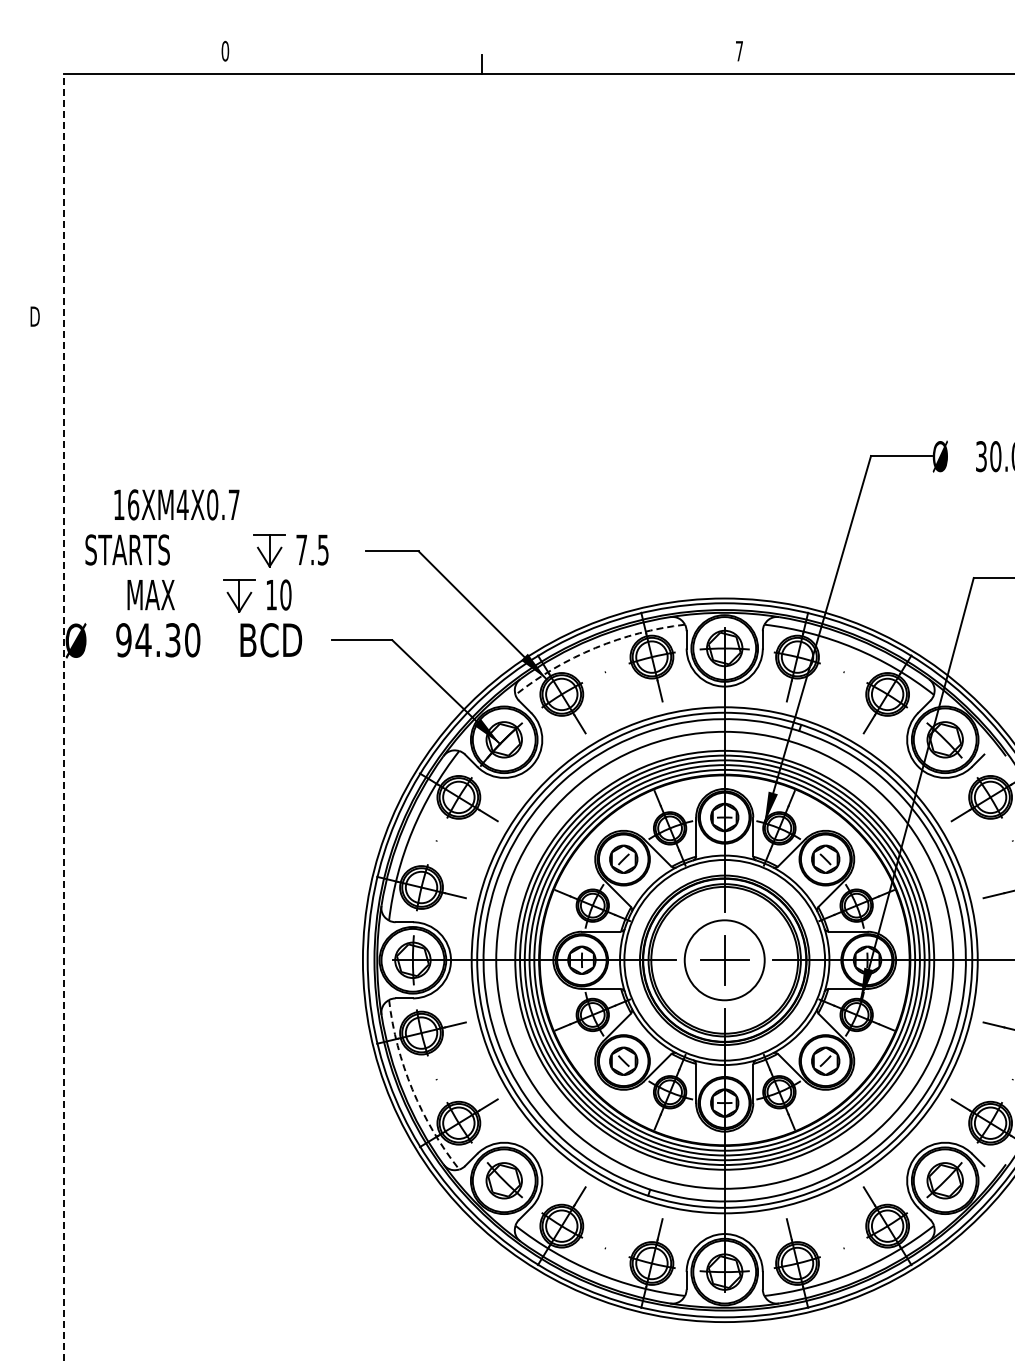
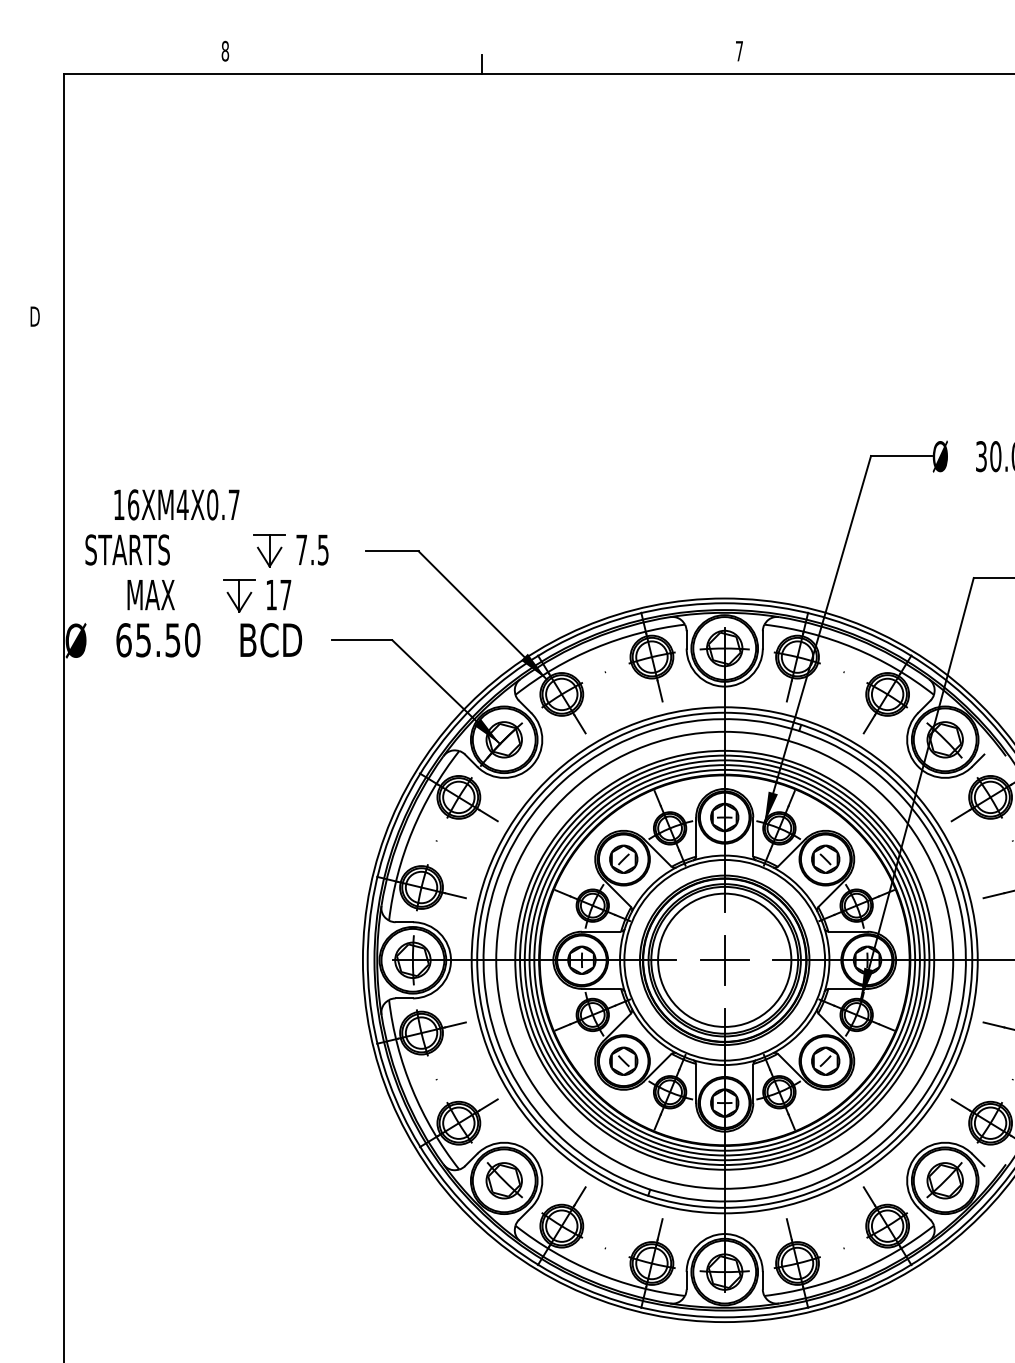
text at (225, 51): 0 -> 8
text at (285, 594): 10 -> 17
text at (148, 640): 94.30 -> 65.50
arc at (595, 648): dashed -> solid
line at (64, 717): dashed -> solid
circle at (724, 960) diameter: 80 px -> 133 px
arc at (412, 1089): dashed -> solid
